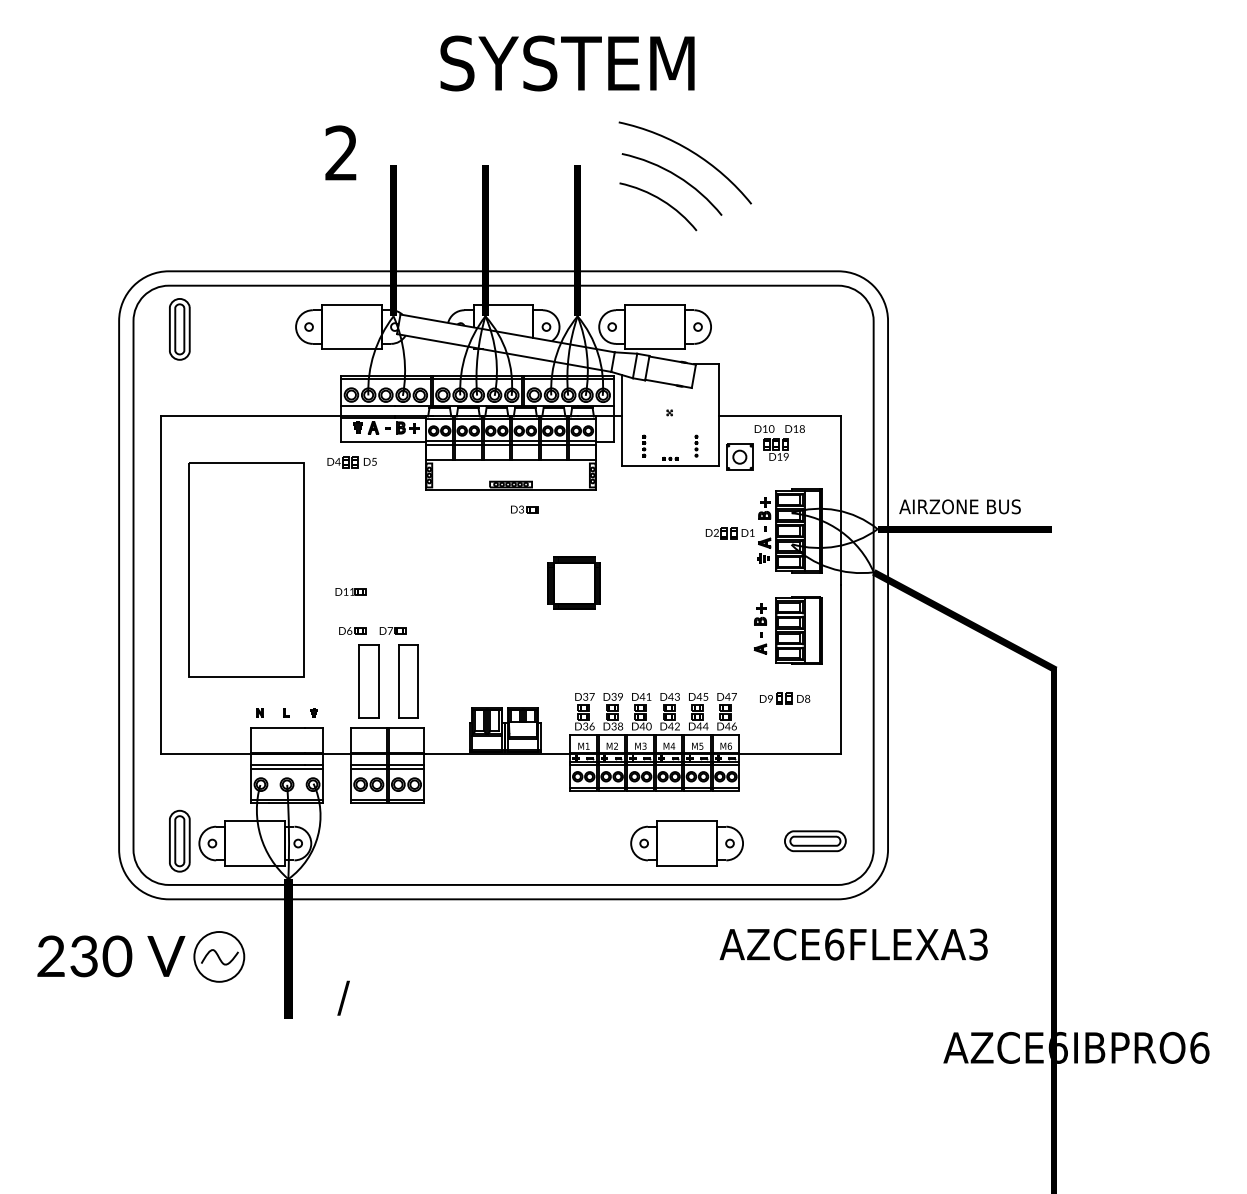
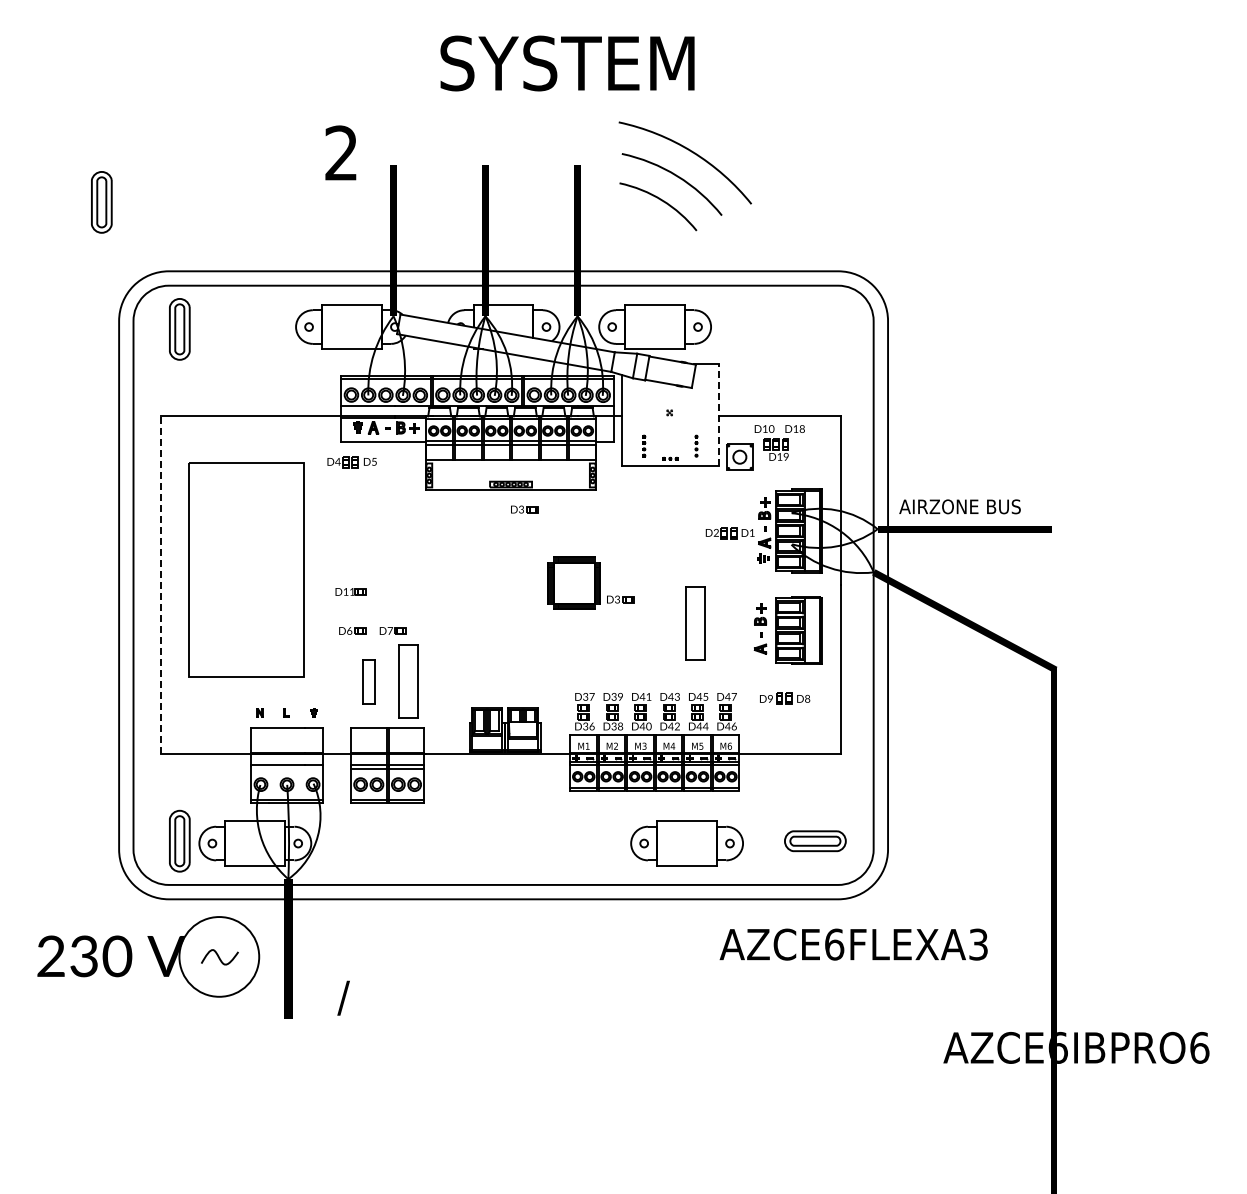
part at (101, 202): none -> present
line at (719, 415): solid -> dashed
line at (160, 585): solid -> dashed
part at (620, 599): none -> present
part at (695, 623): none -> present
part at (368, 681) size: 22x75 px -> 14x46 px
line at (286, 768): present -> none
circle at (219, 956) diameter: 50 px -> 80 px
